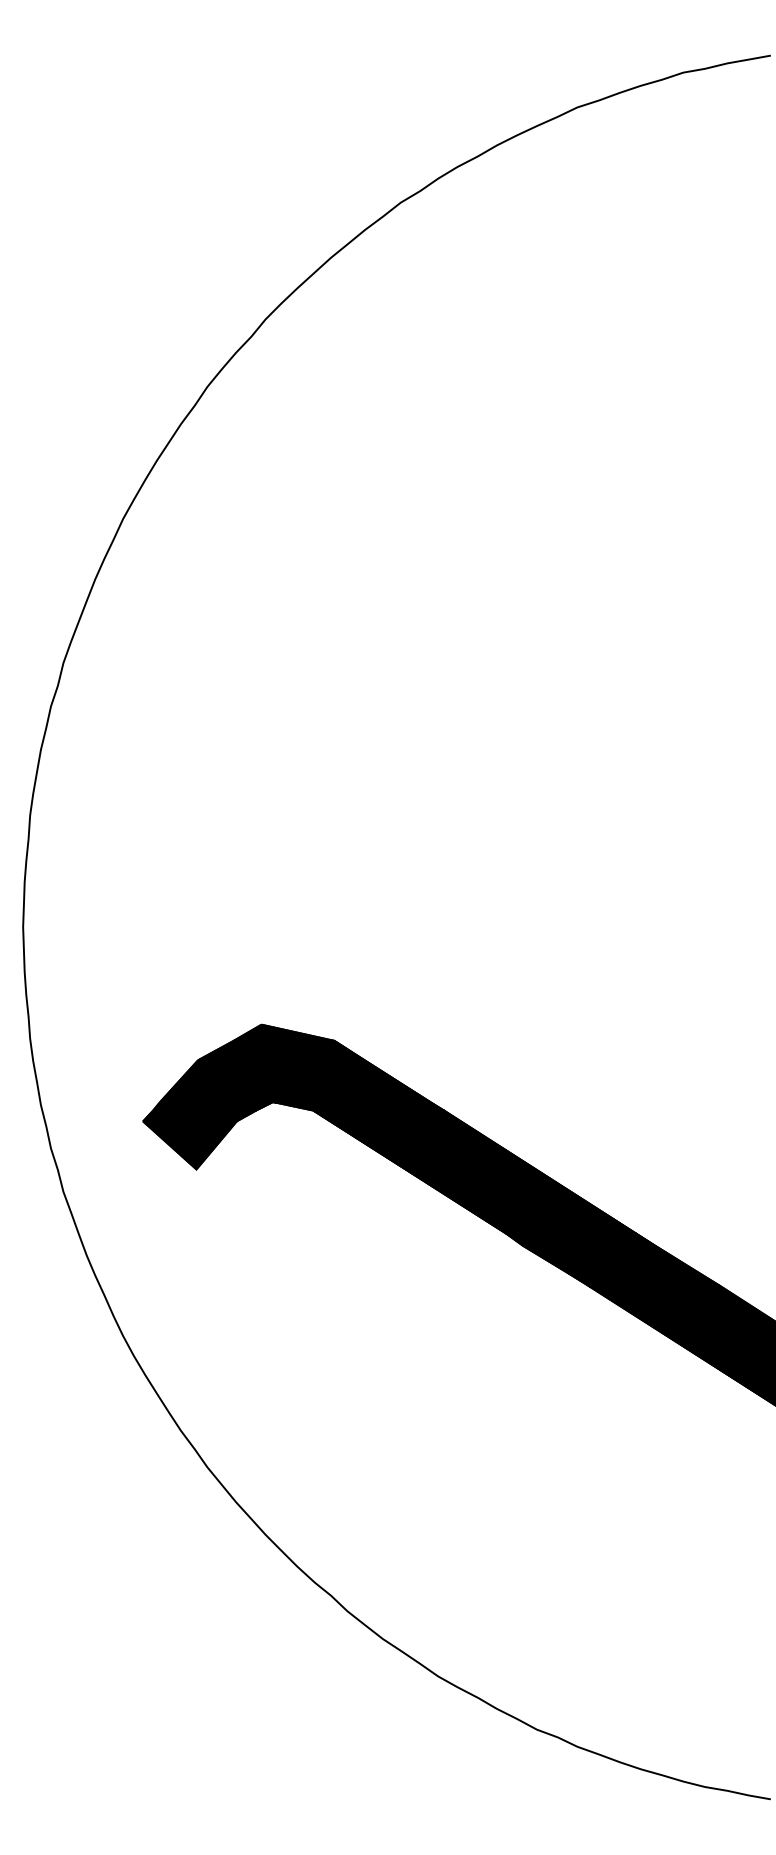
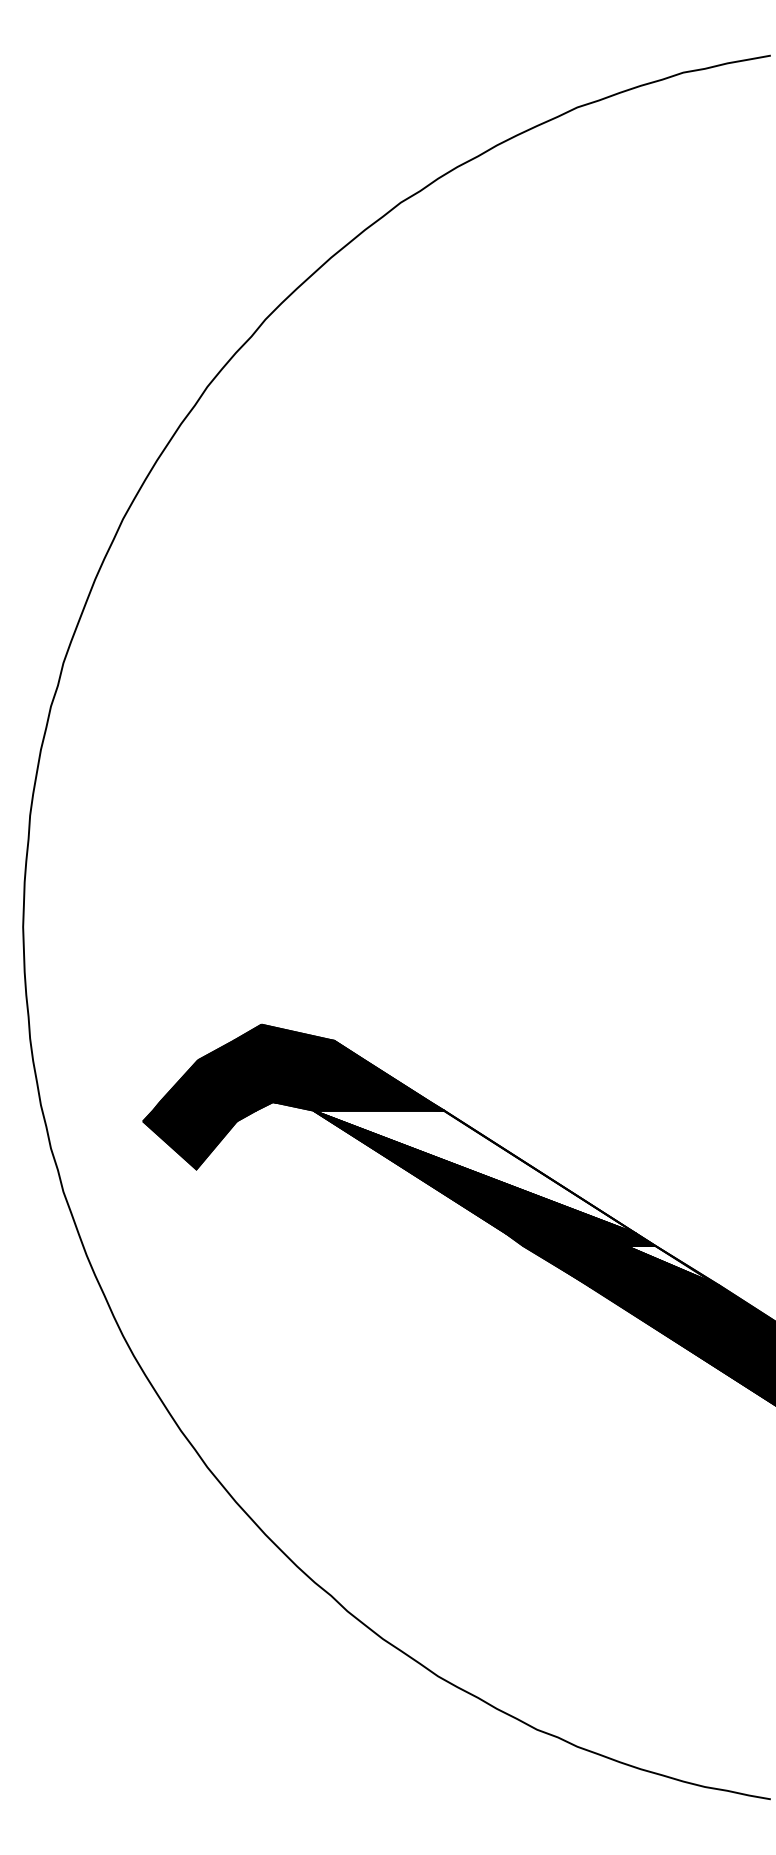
fill at (474, 1171): present -> none
fill at (673, 1265): present -> none
